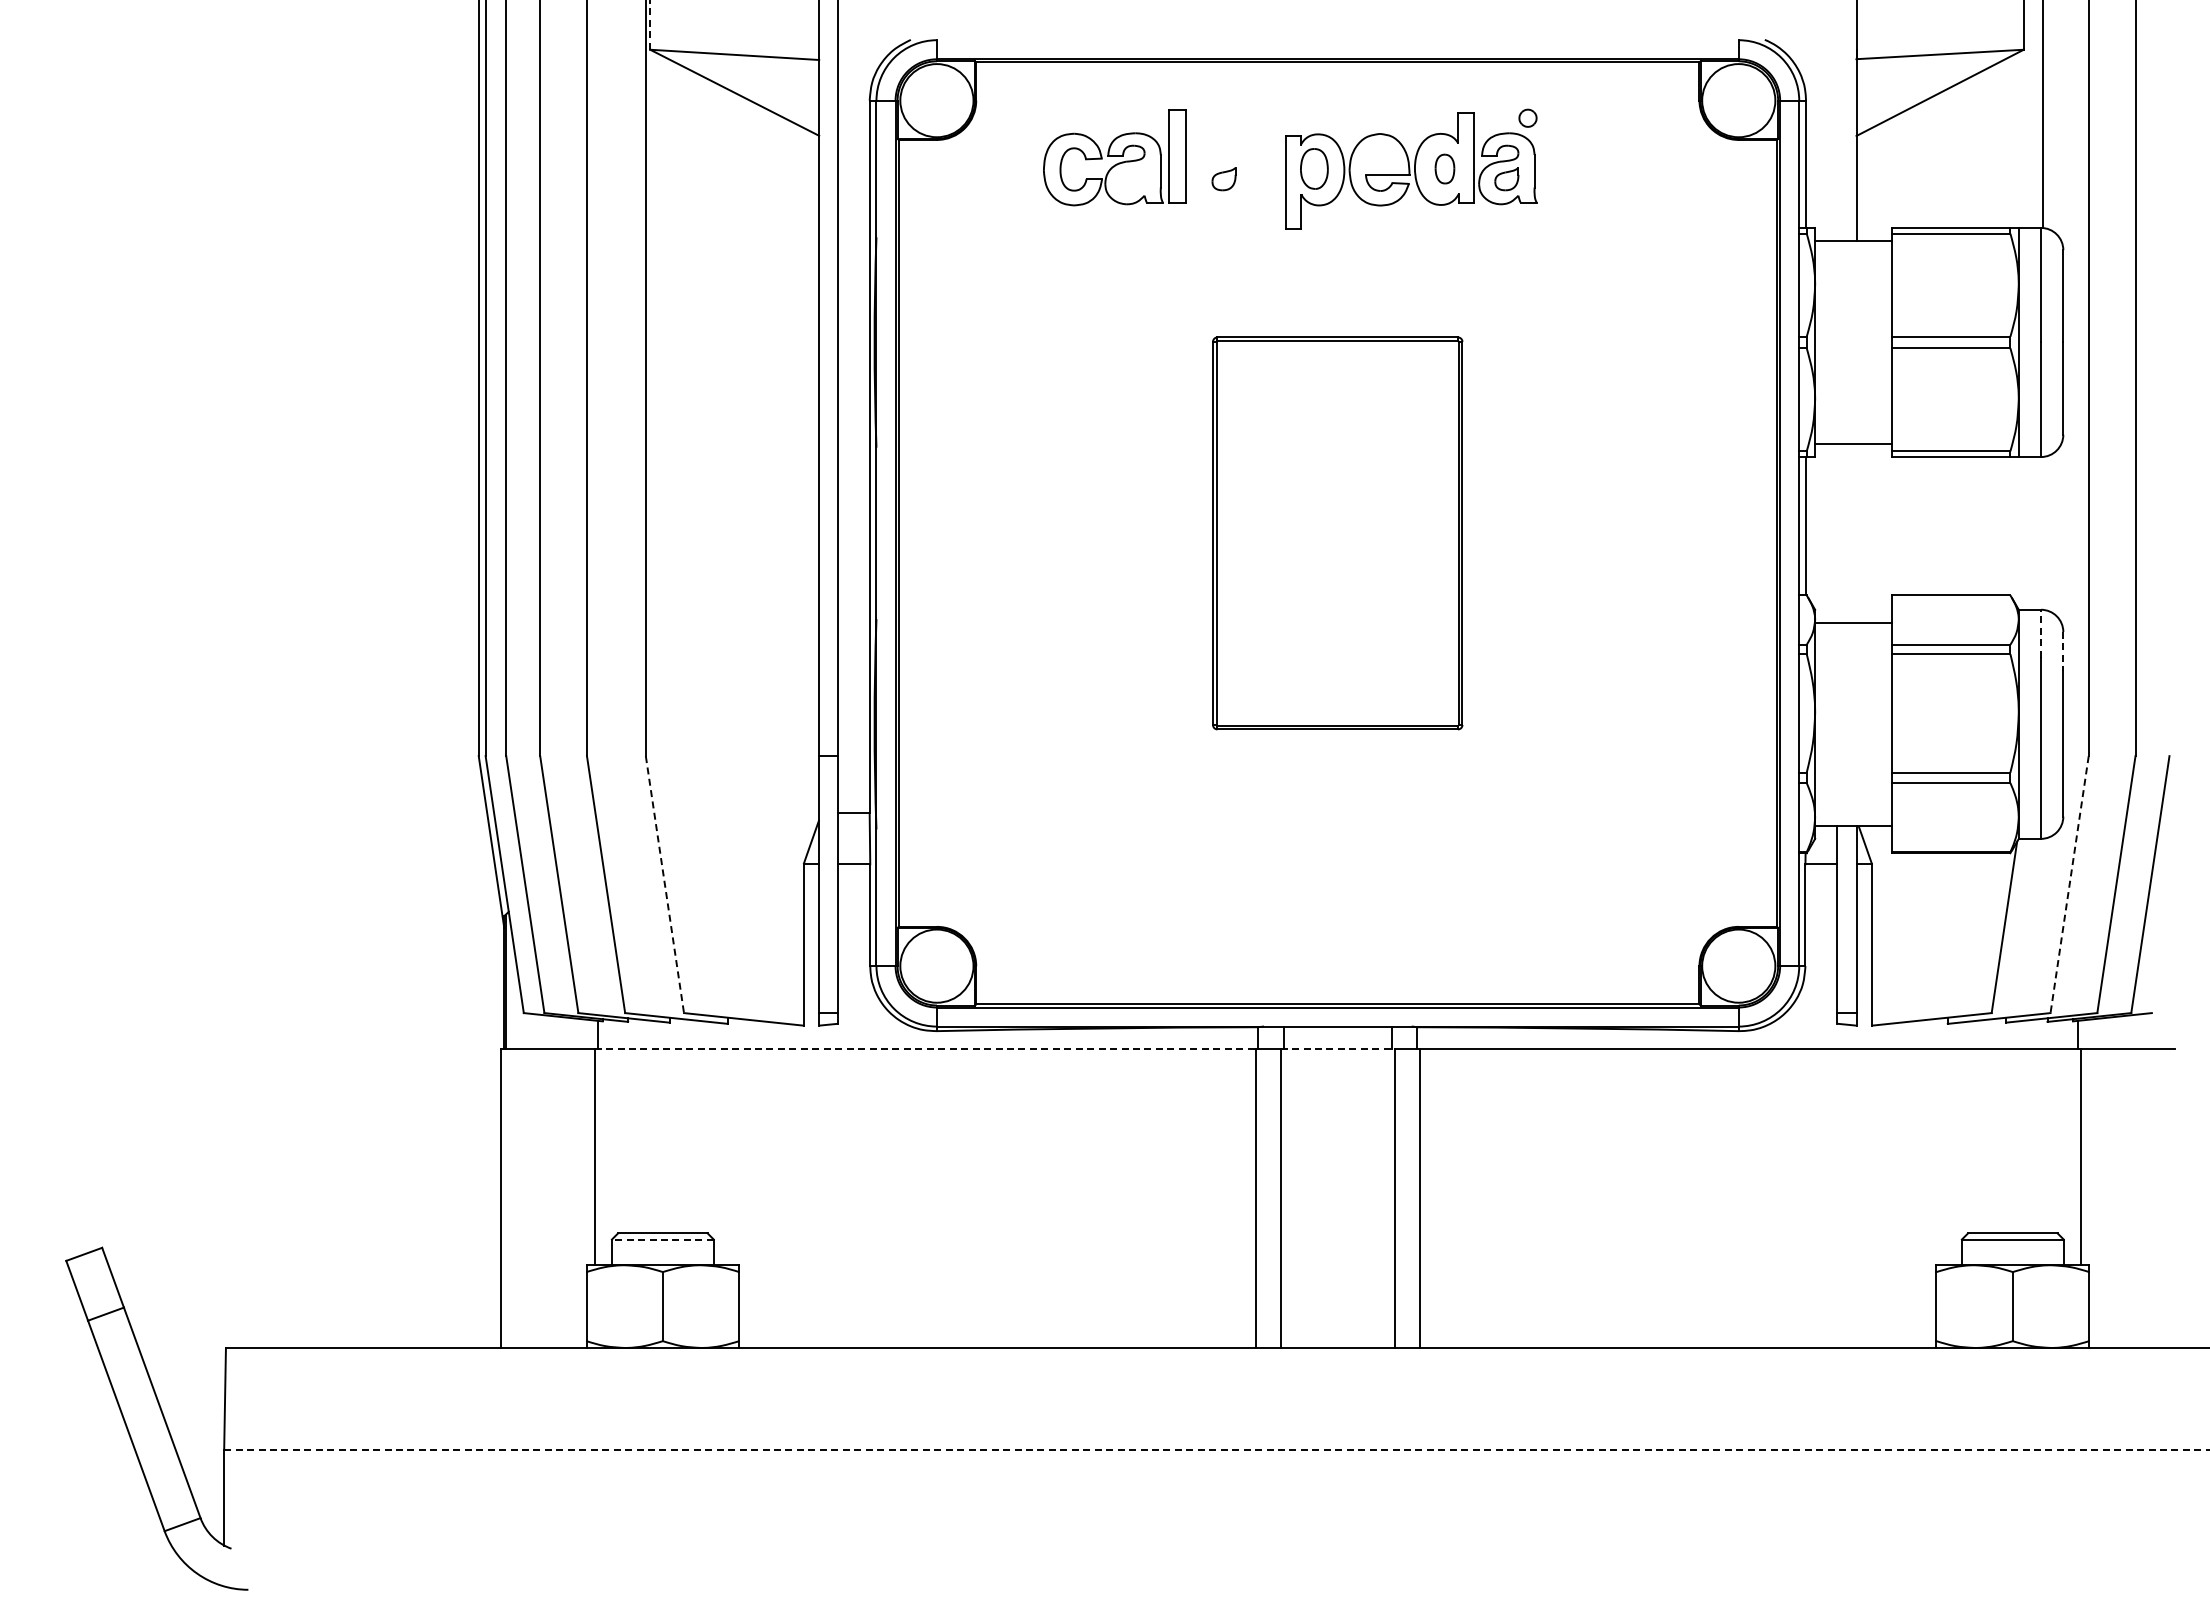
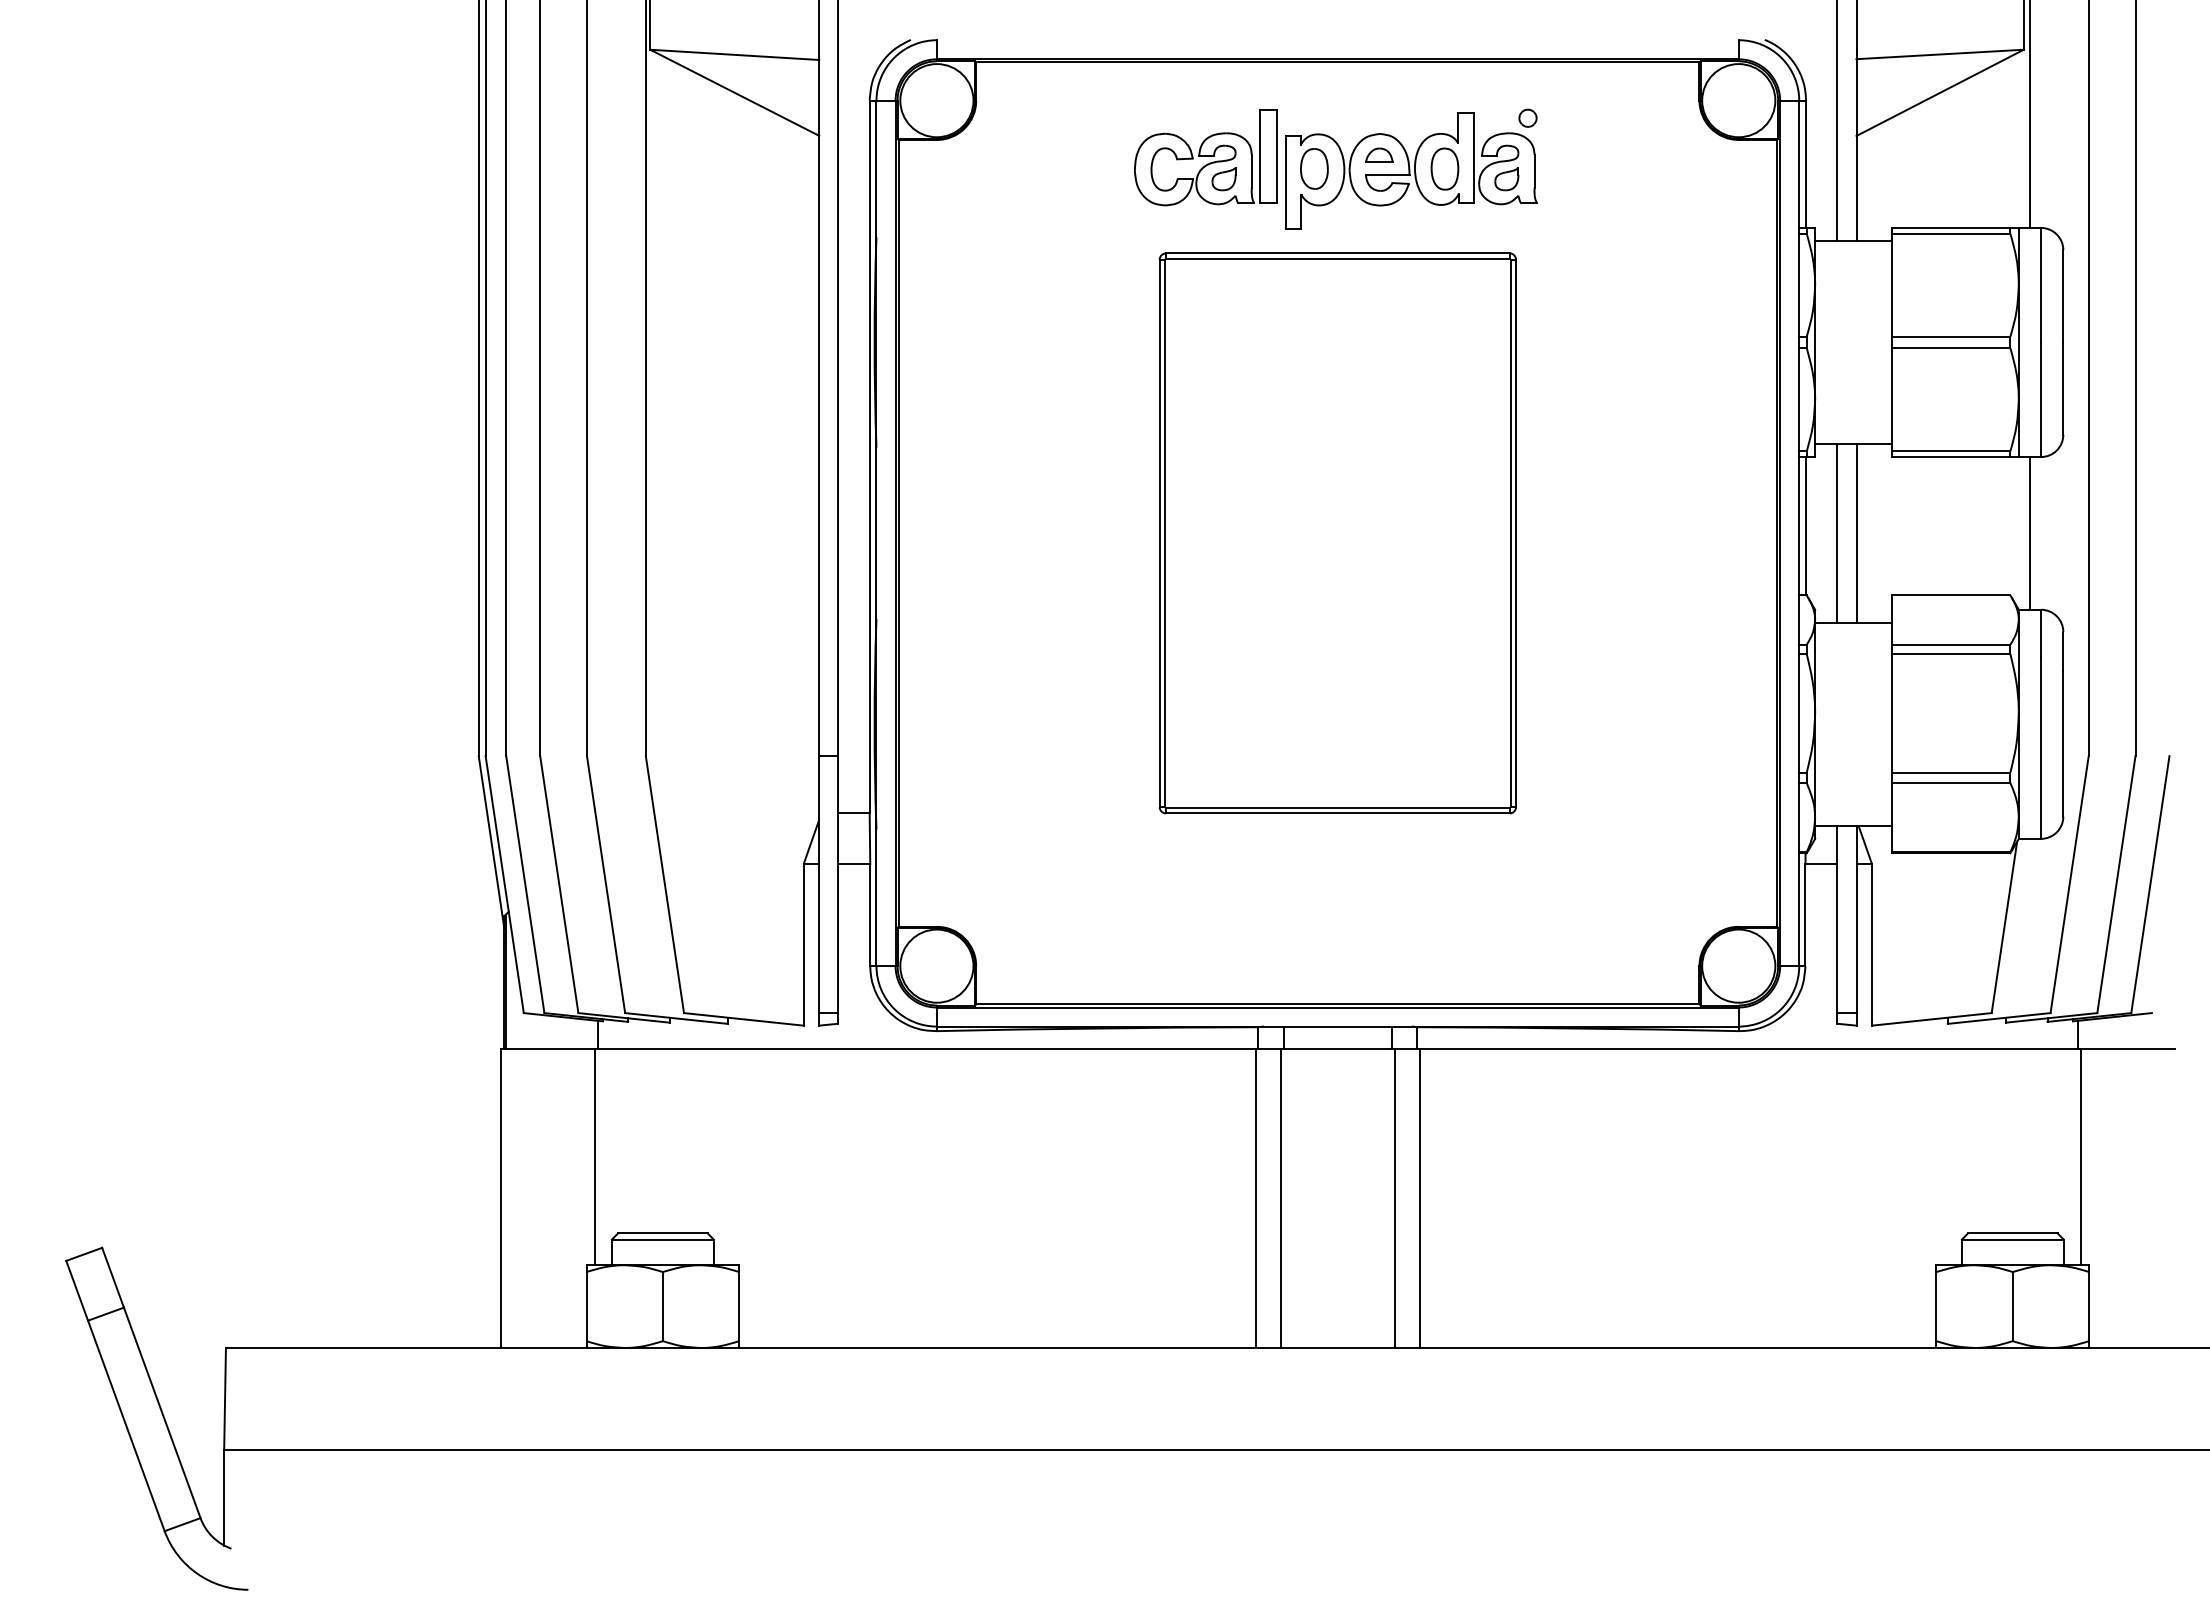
line at (650, 24): dashed -> solid
line at (2042, 114) position: (2042, 114) -> (2029, 114)
line at (1837, 121): none -> present
part at (1379, 154): none -> present
part at (1114, 157) position: (1114, 157) -> (1205, 157)
part at (1444, 168) size: 22x32 px -> 30x44 px
part at (1337, 533) size: 252x395 px -> 359x563 px
line at (1837, 533): none -> present
line at (1856, 533): none -> present
line at (2029, 533): none -> present
line at (2041, 633): dashed -> solid
line at (2063, 651): dashed -> solid
line at (664, 884): dashed -> solid
line at (2069, 884): dashed -> solid
line at (925, 1048): dashed -> solid
line at (1338, 1048): dashed -> solid
line at (662, 1239): dashed -> solid
line at (1216, 1449): dashed -> solid
